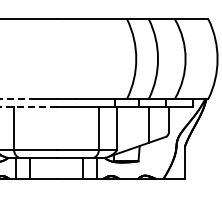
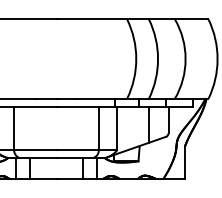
line at (18, 99): dashed -> solid
line at (28, 106): dashed -> solid
